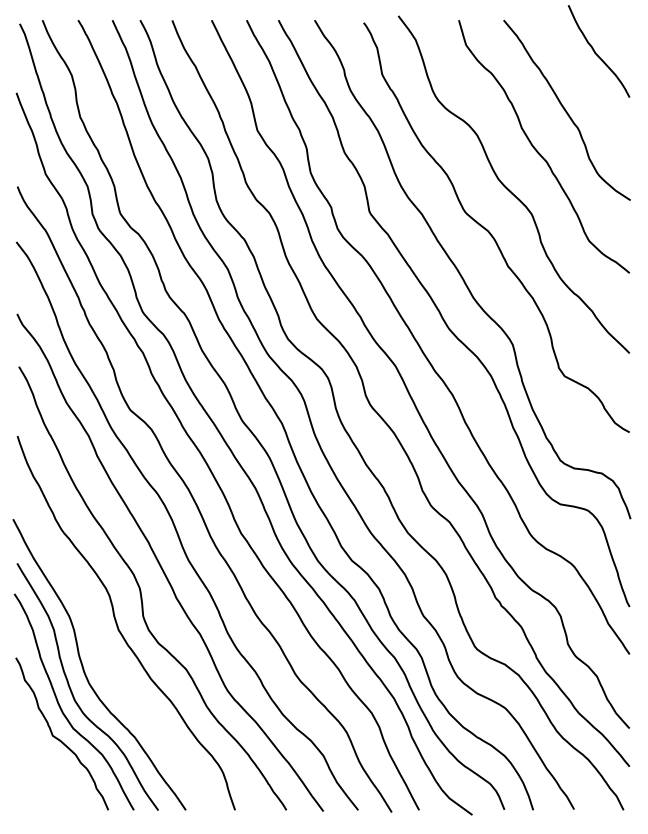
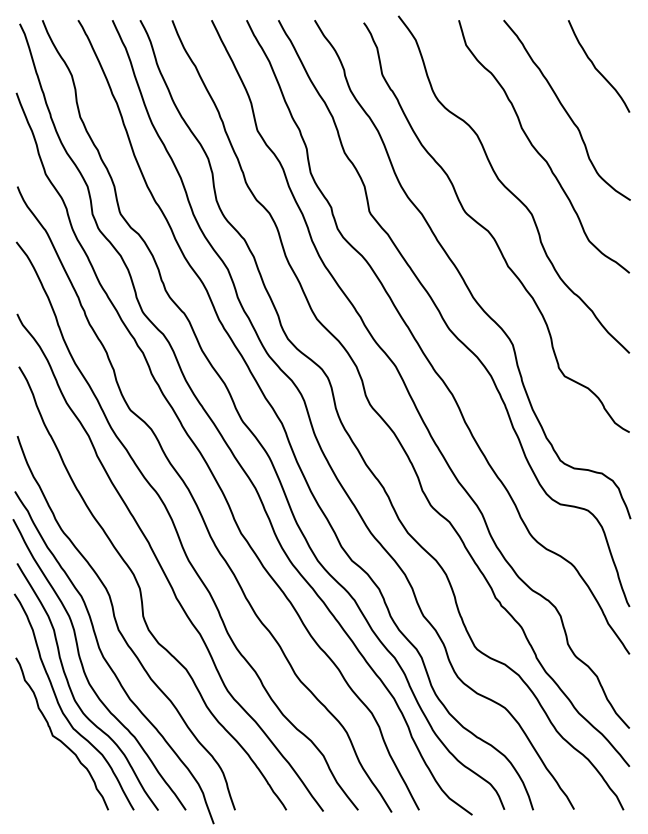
curve at (596, 52) position: (596, 52) -> (596, 67)
curve at (108, 662): none -> present
